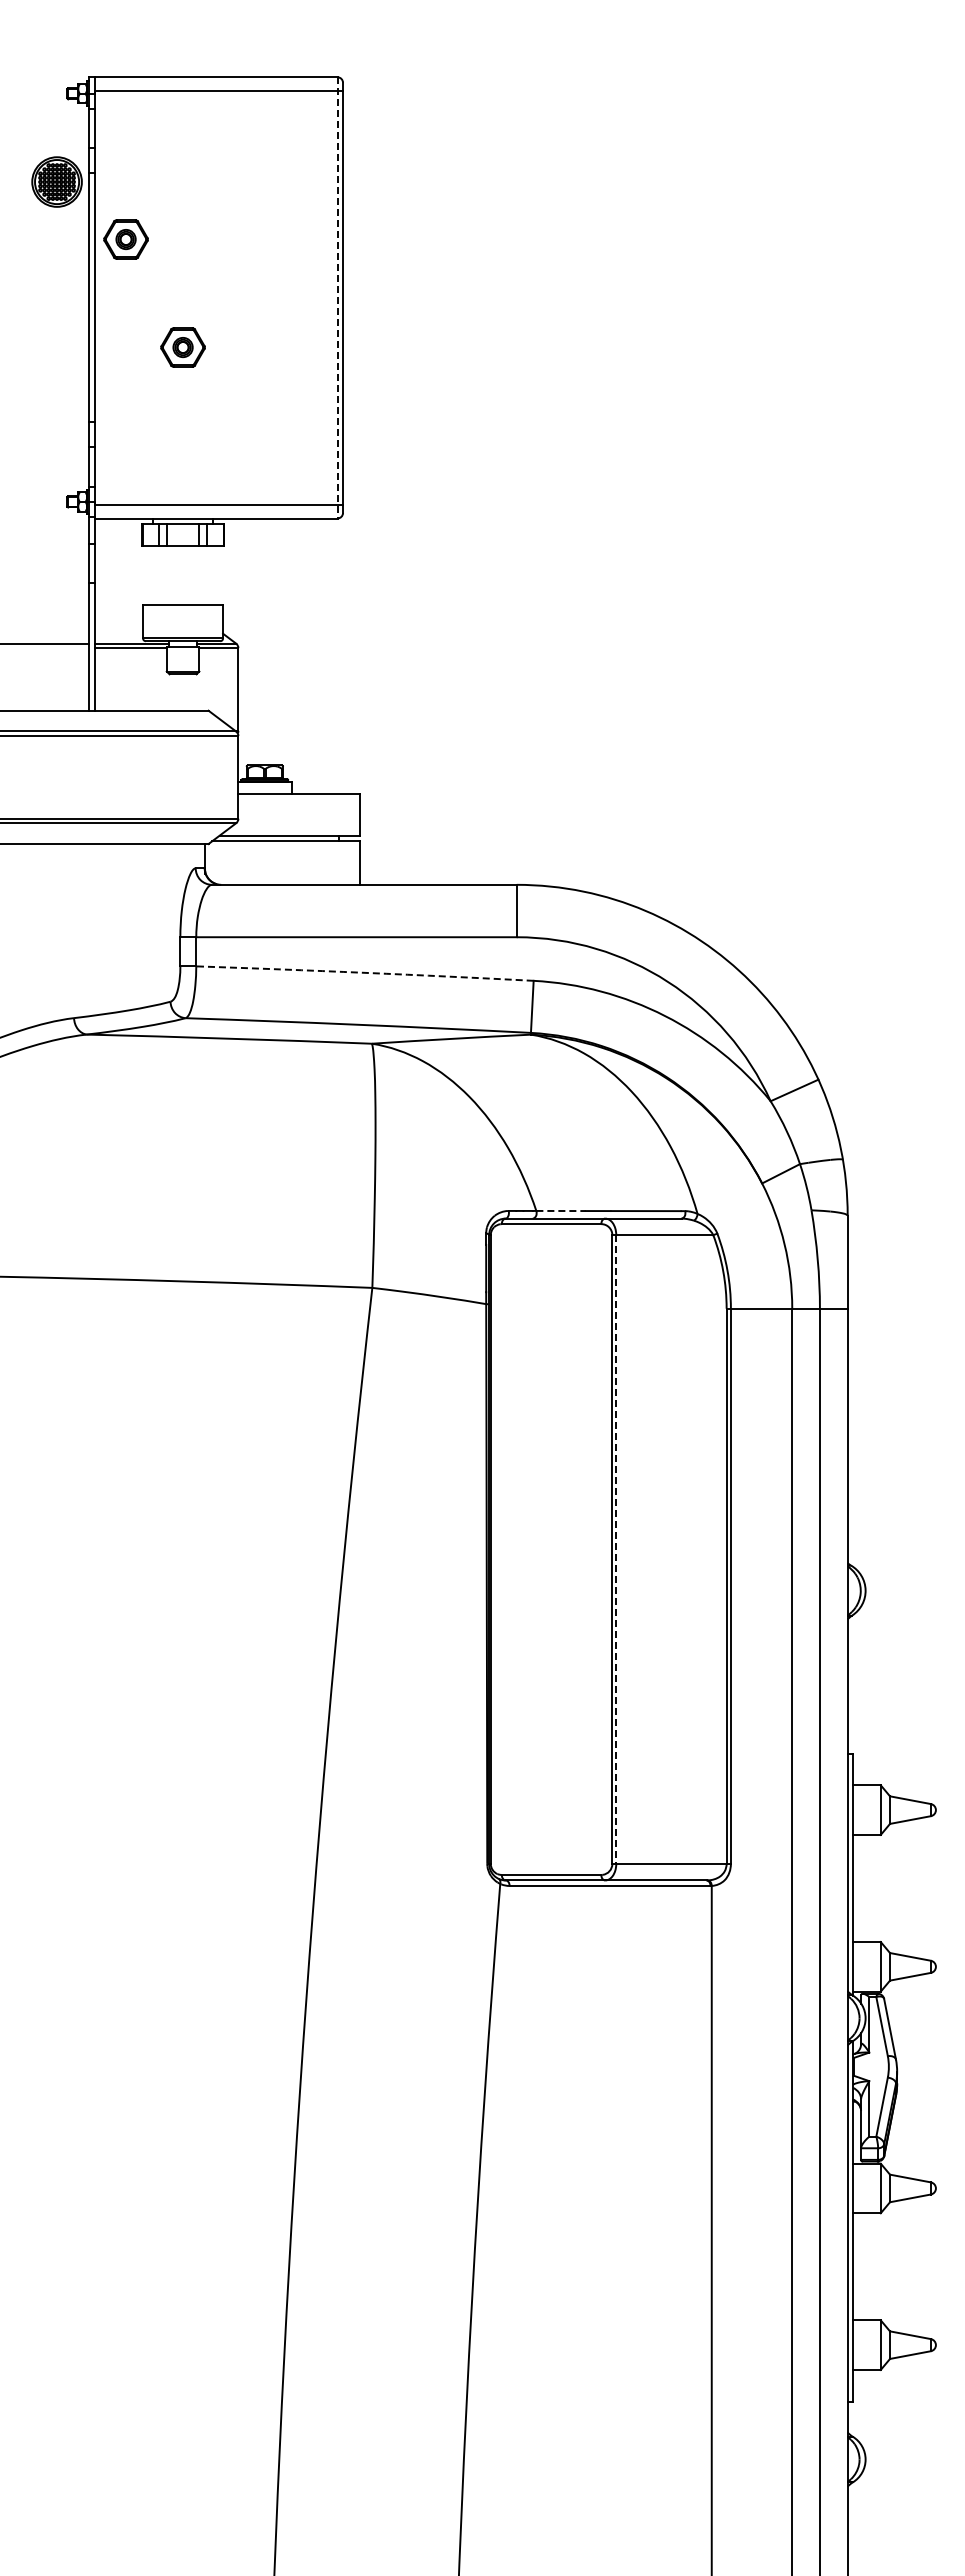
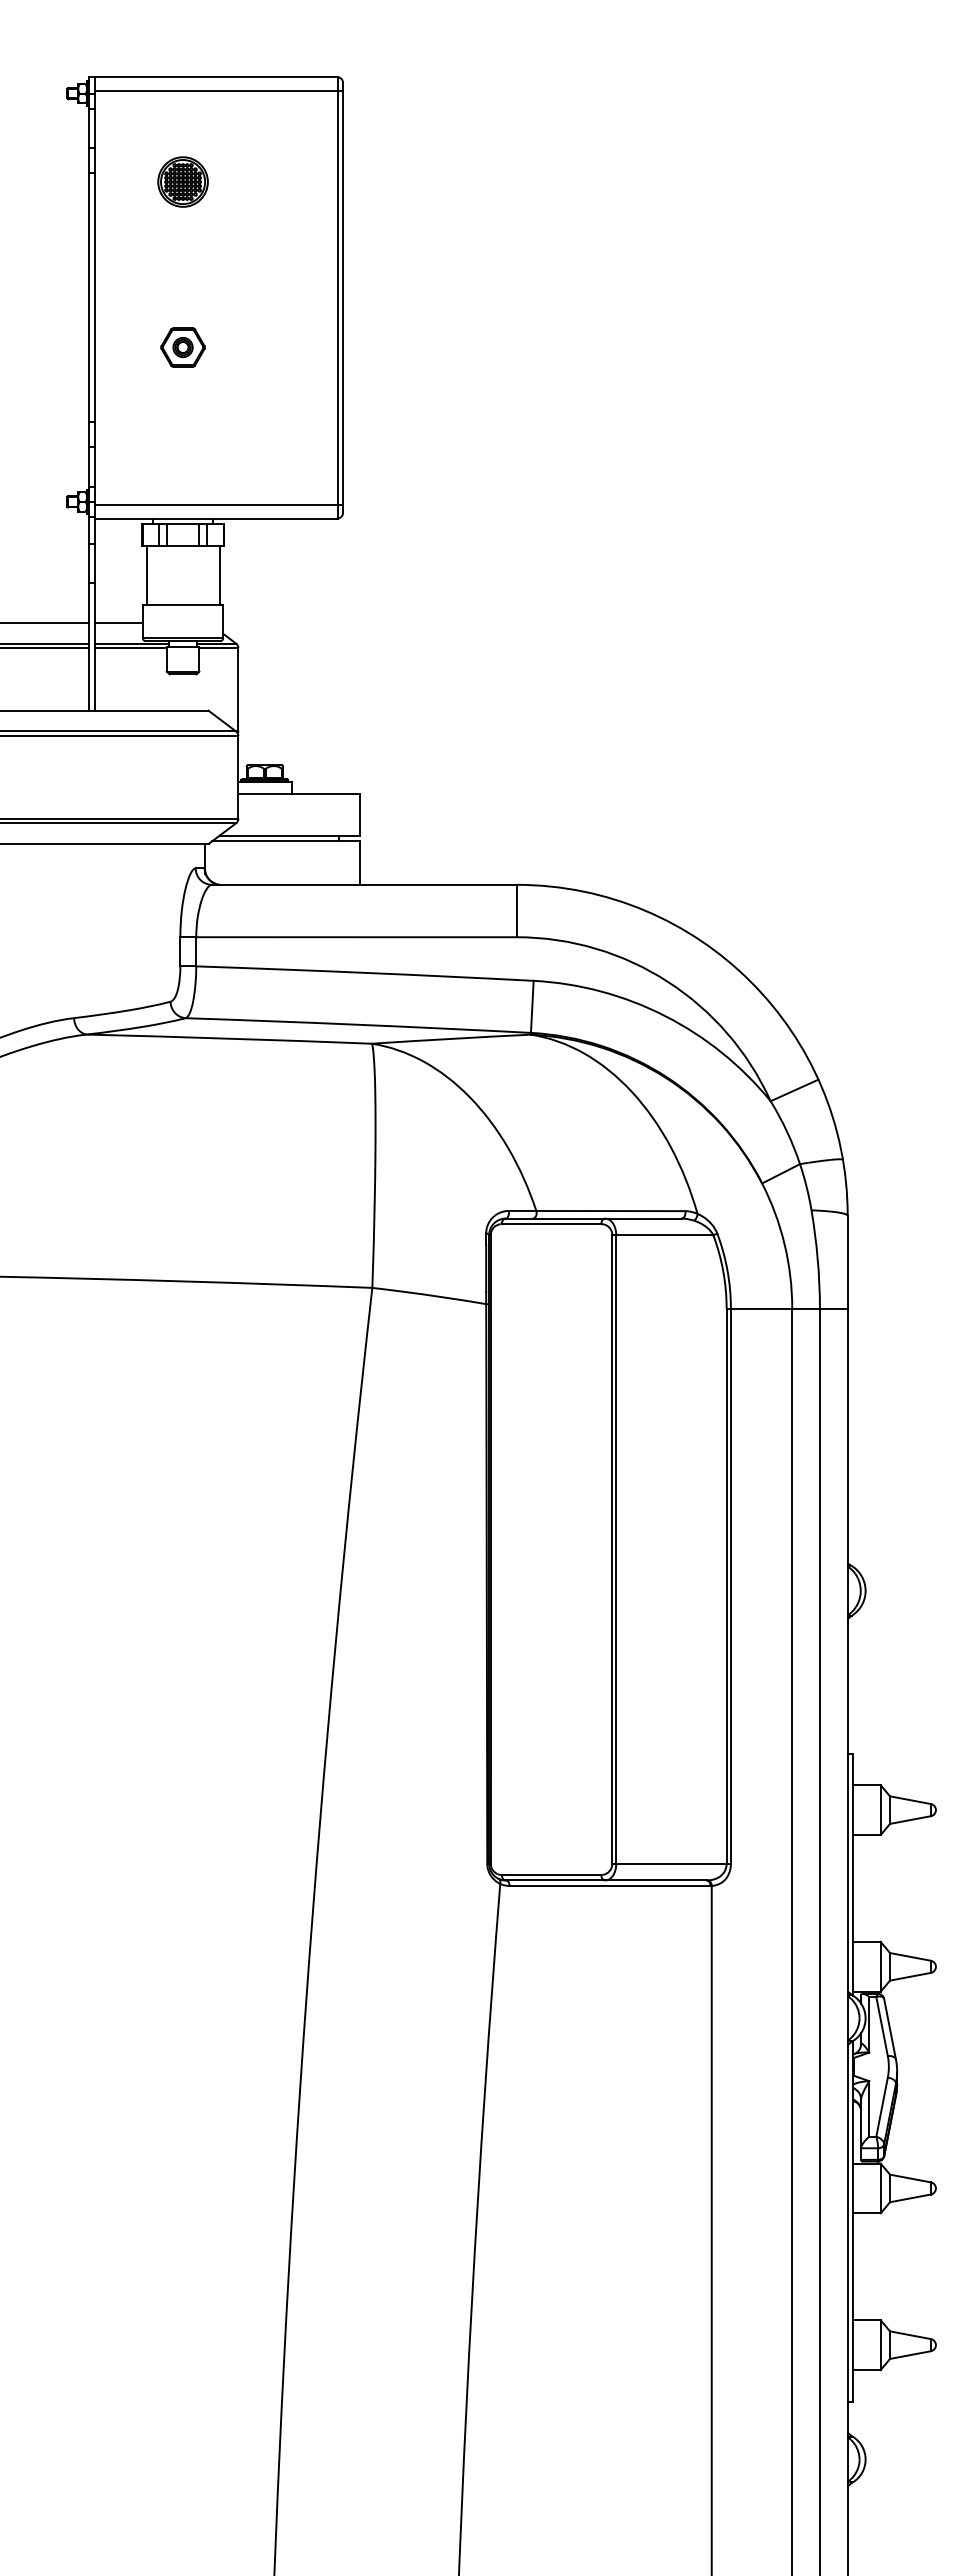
part at (56, 181) position: (56, 181) -> (182, 181)
part at (125, 239): present -> none
line at (337, 297): dashed -> solid
line at (146, 575): none -> present
line at (219, 575): none -> present
line at (45, 622): none -> present
line at (118, 622): none -> present
line at (45, 648): none -> present
arc at (365, 972): dashed -> solid
line at (561, 1211): dashed -> solid
line at (616, 1550): dashed -> solid
